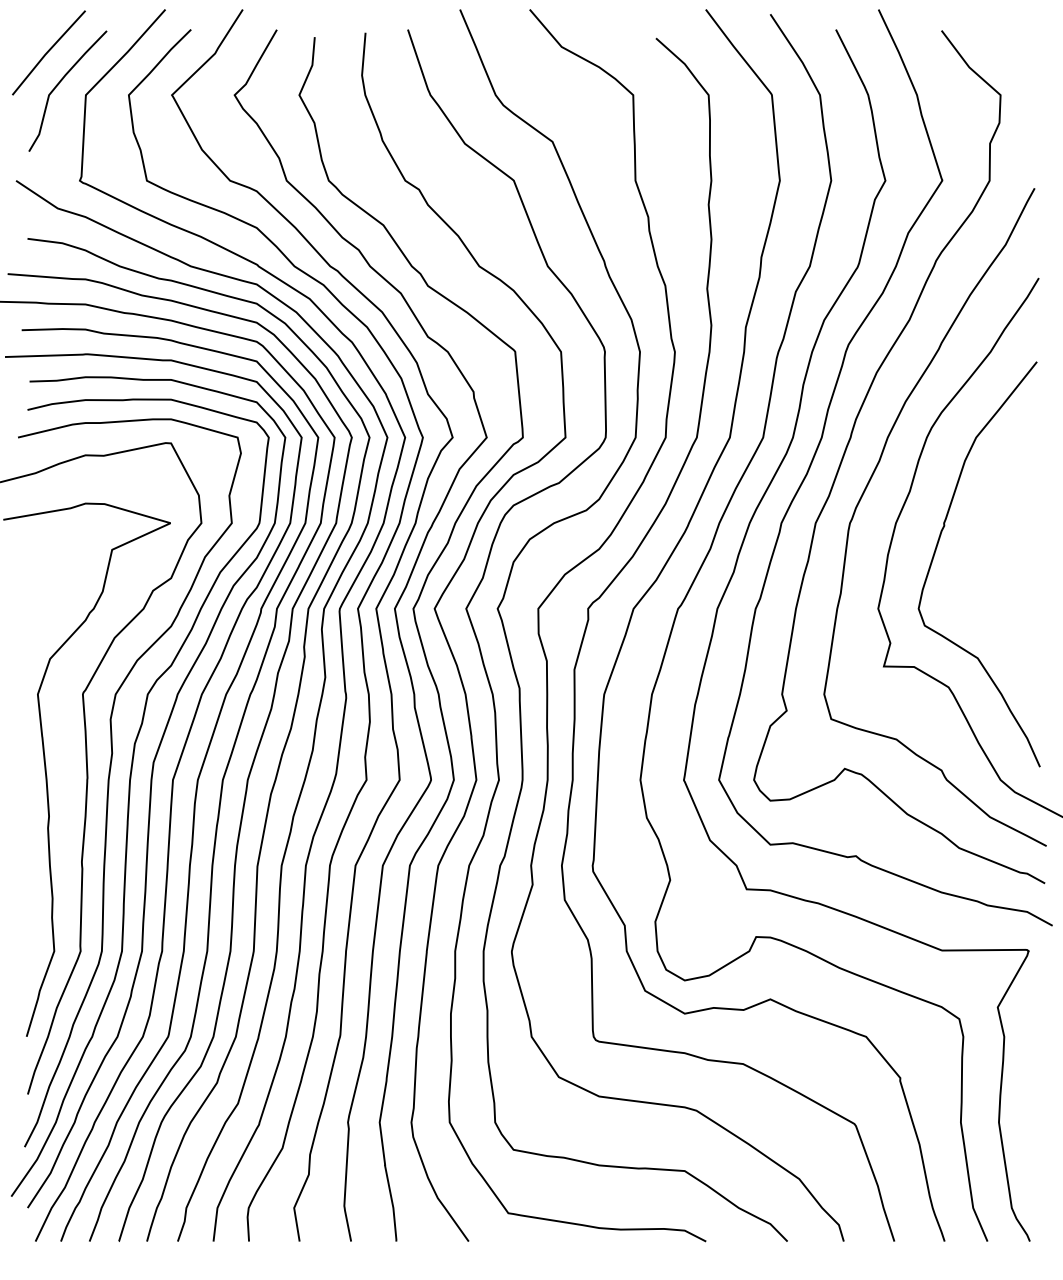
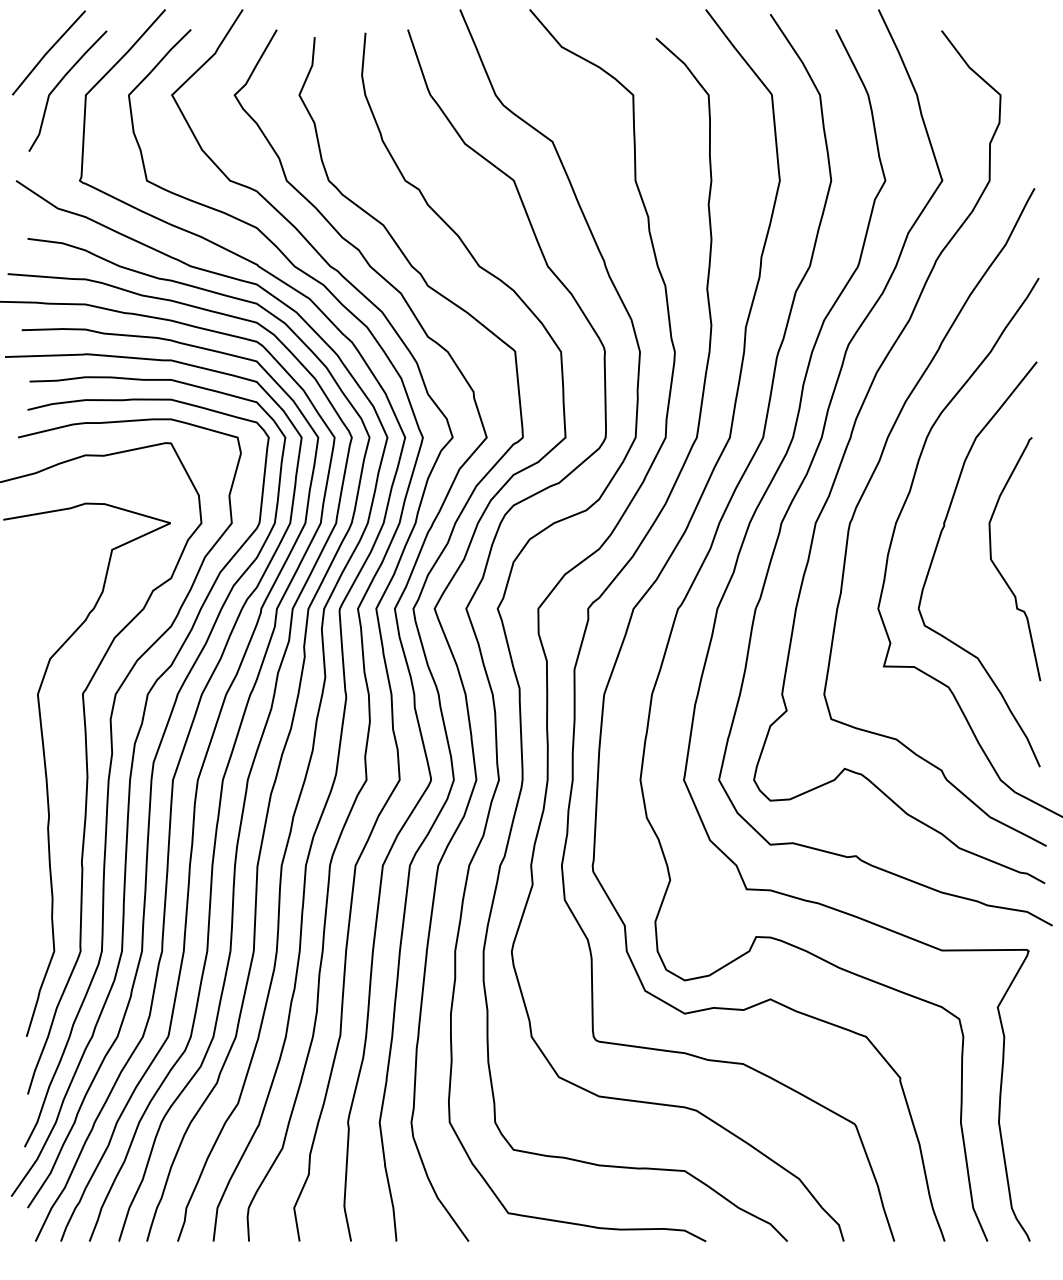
curve at (999, 570): none -> present
